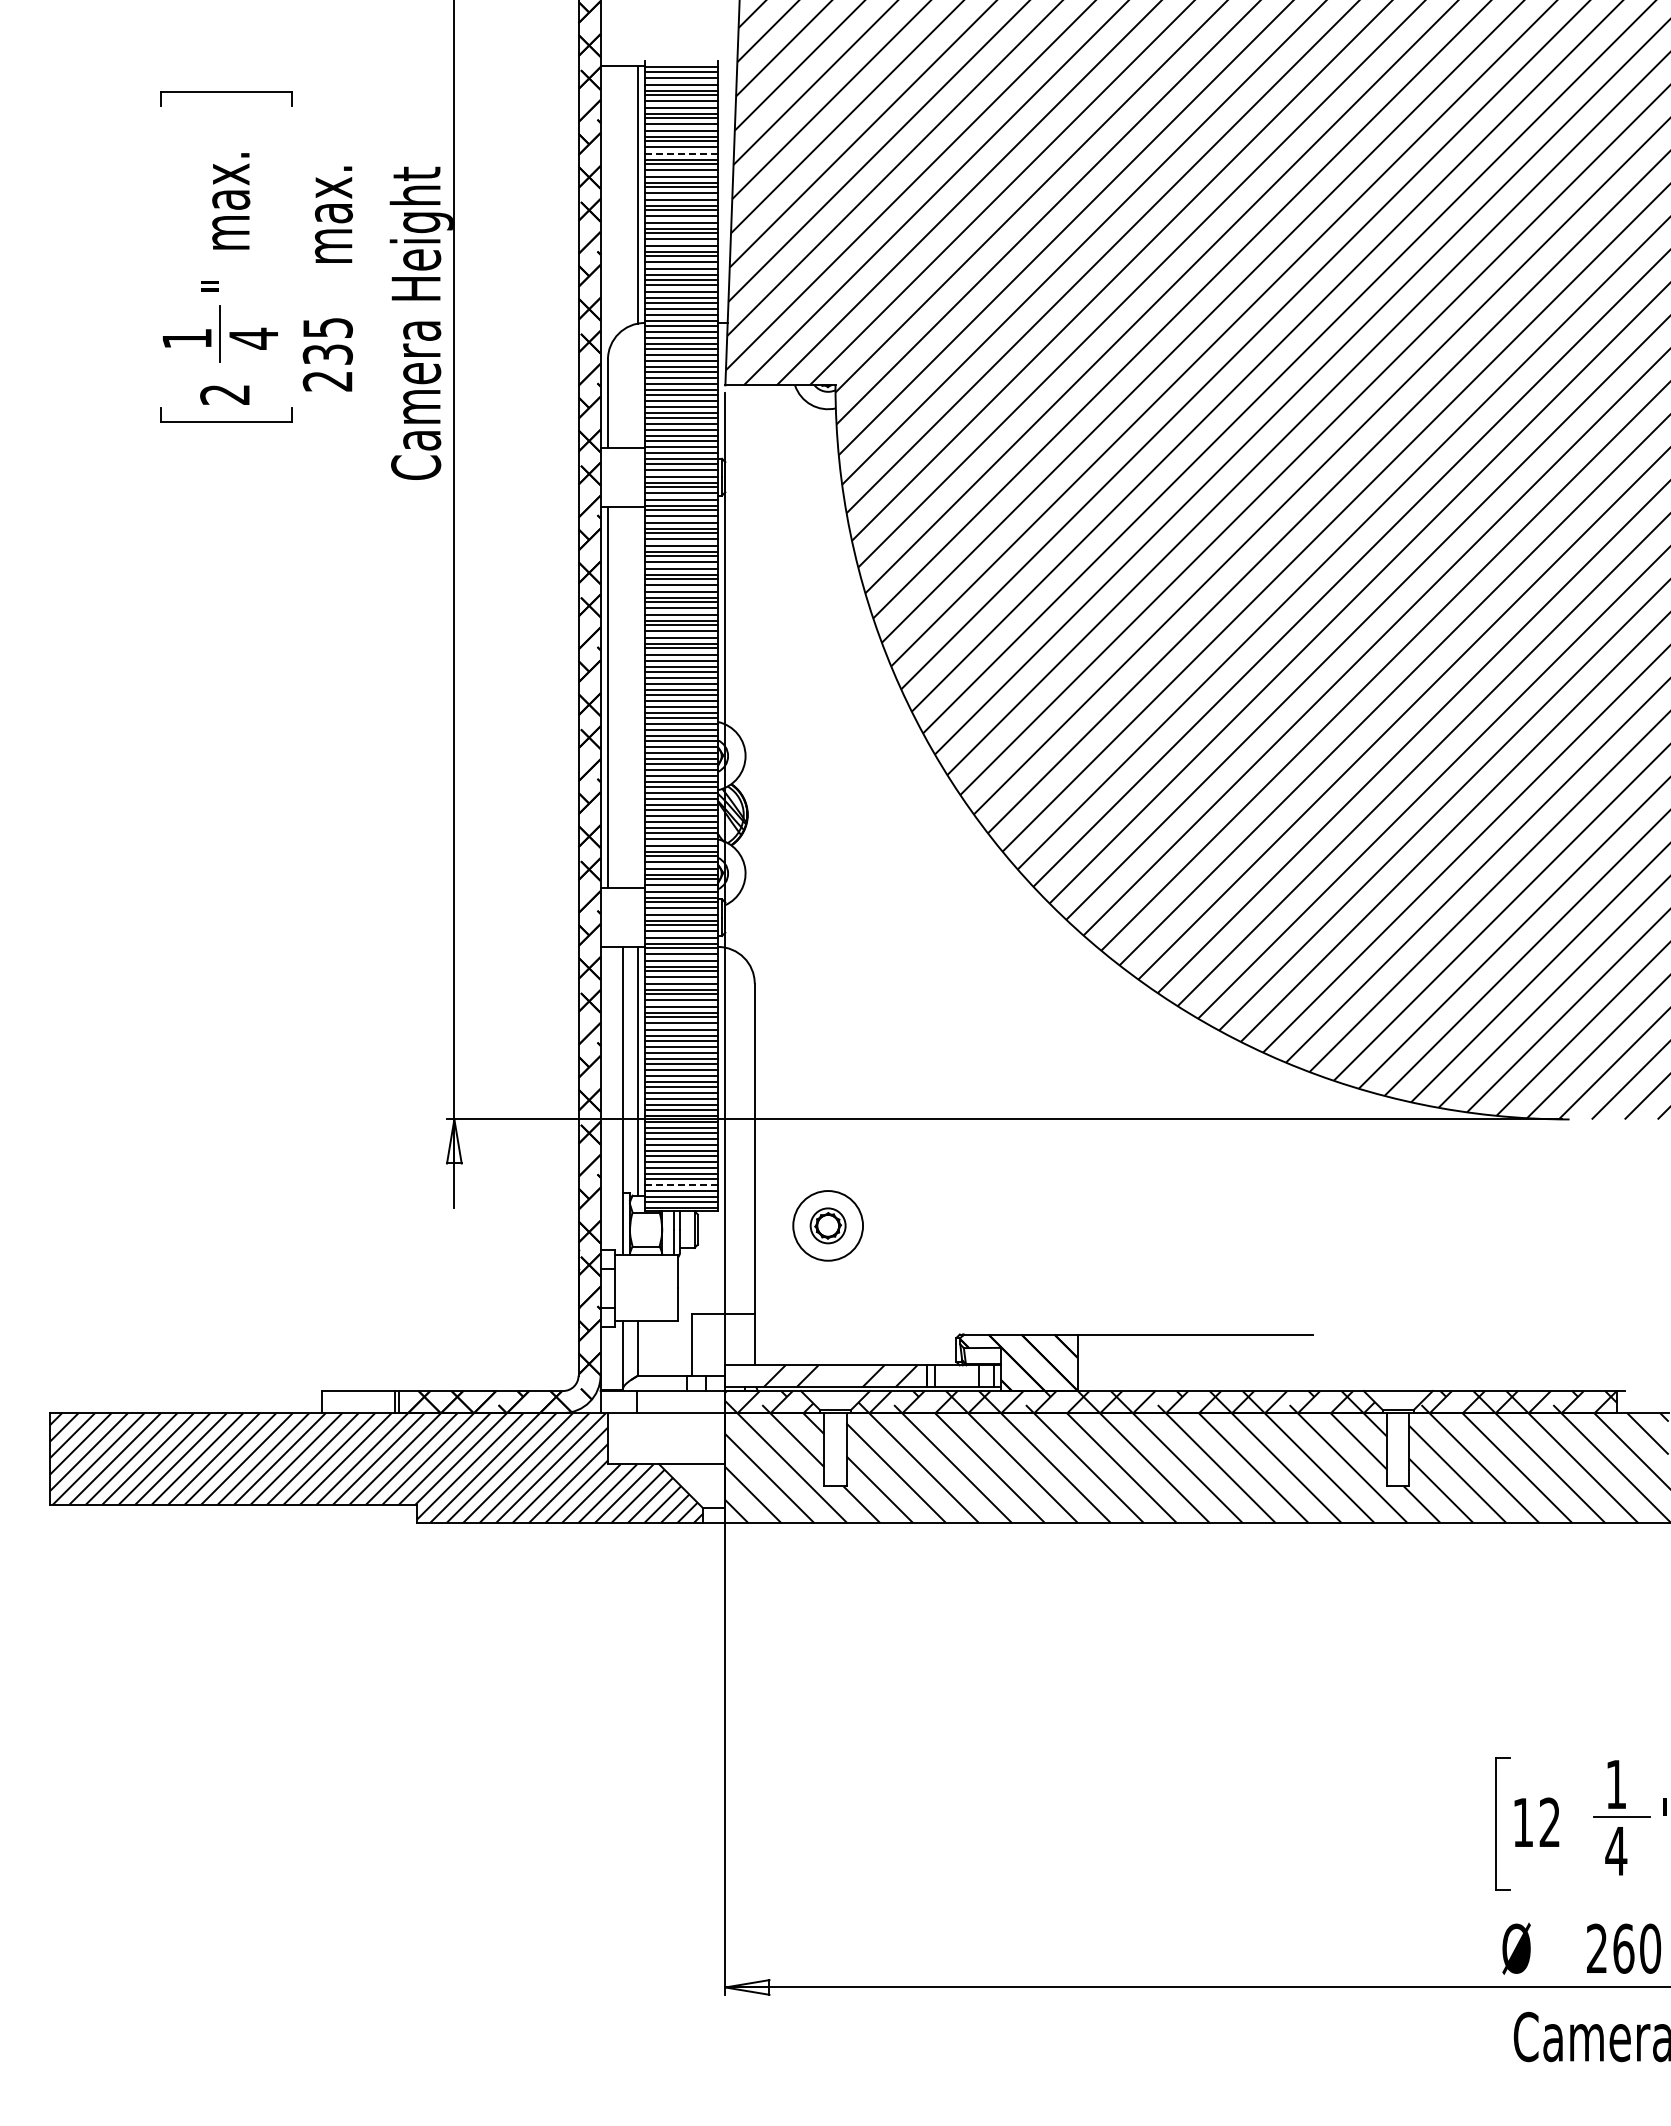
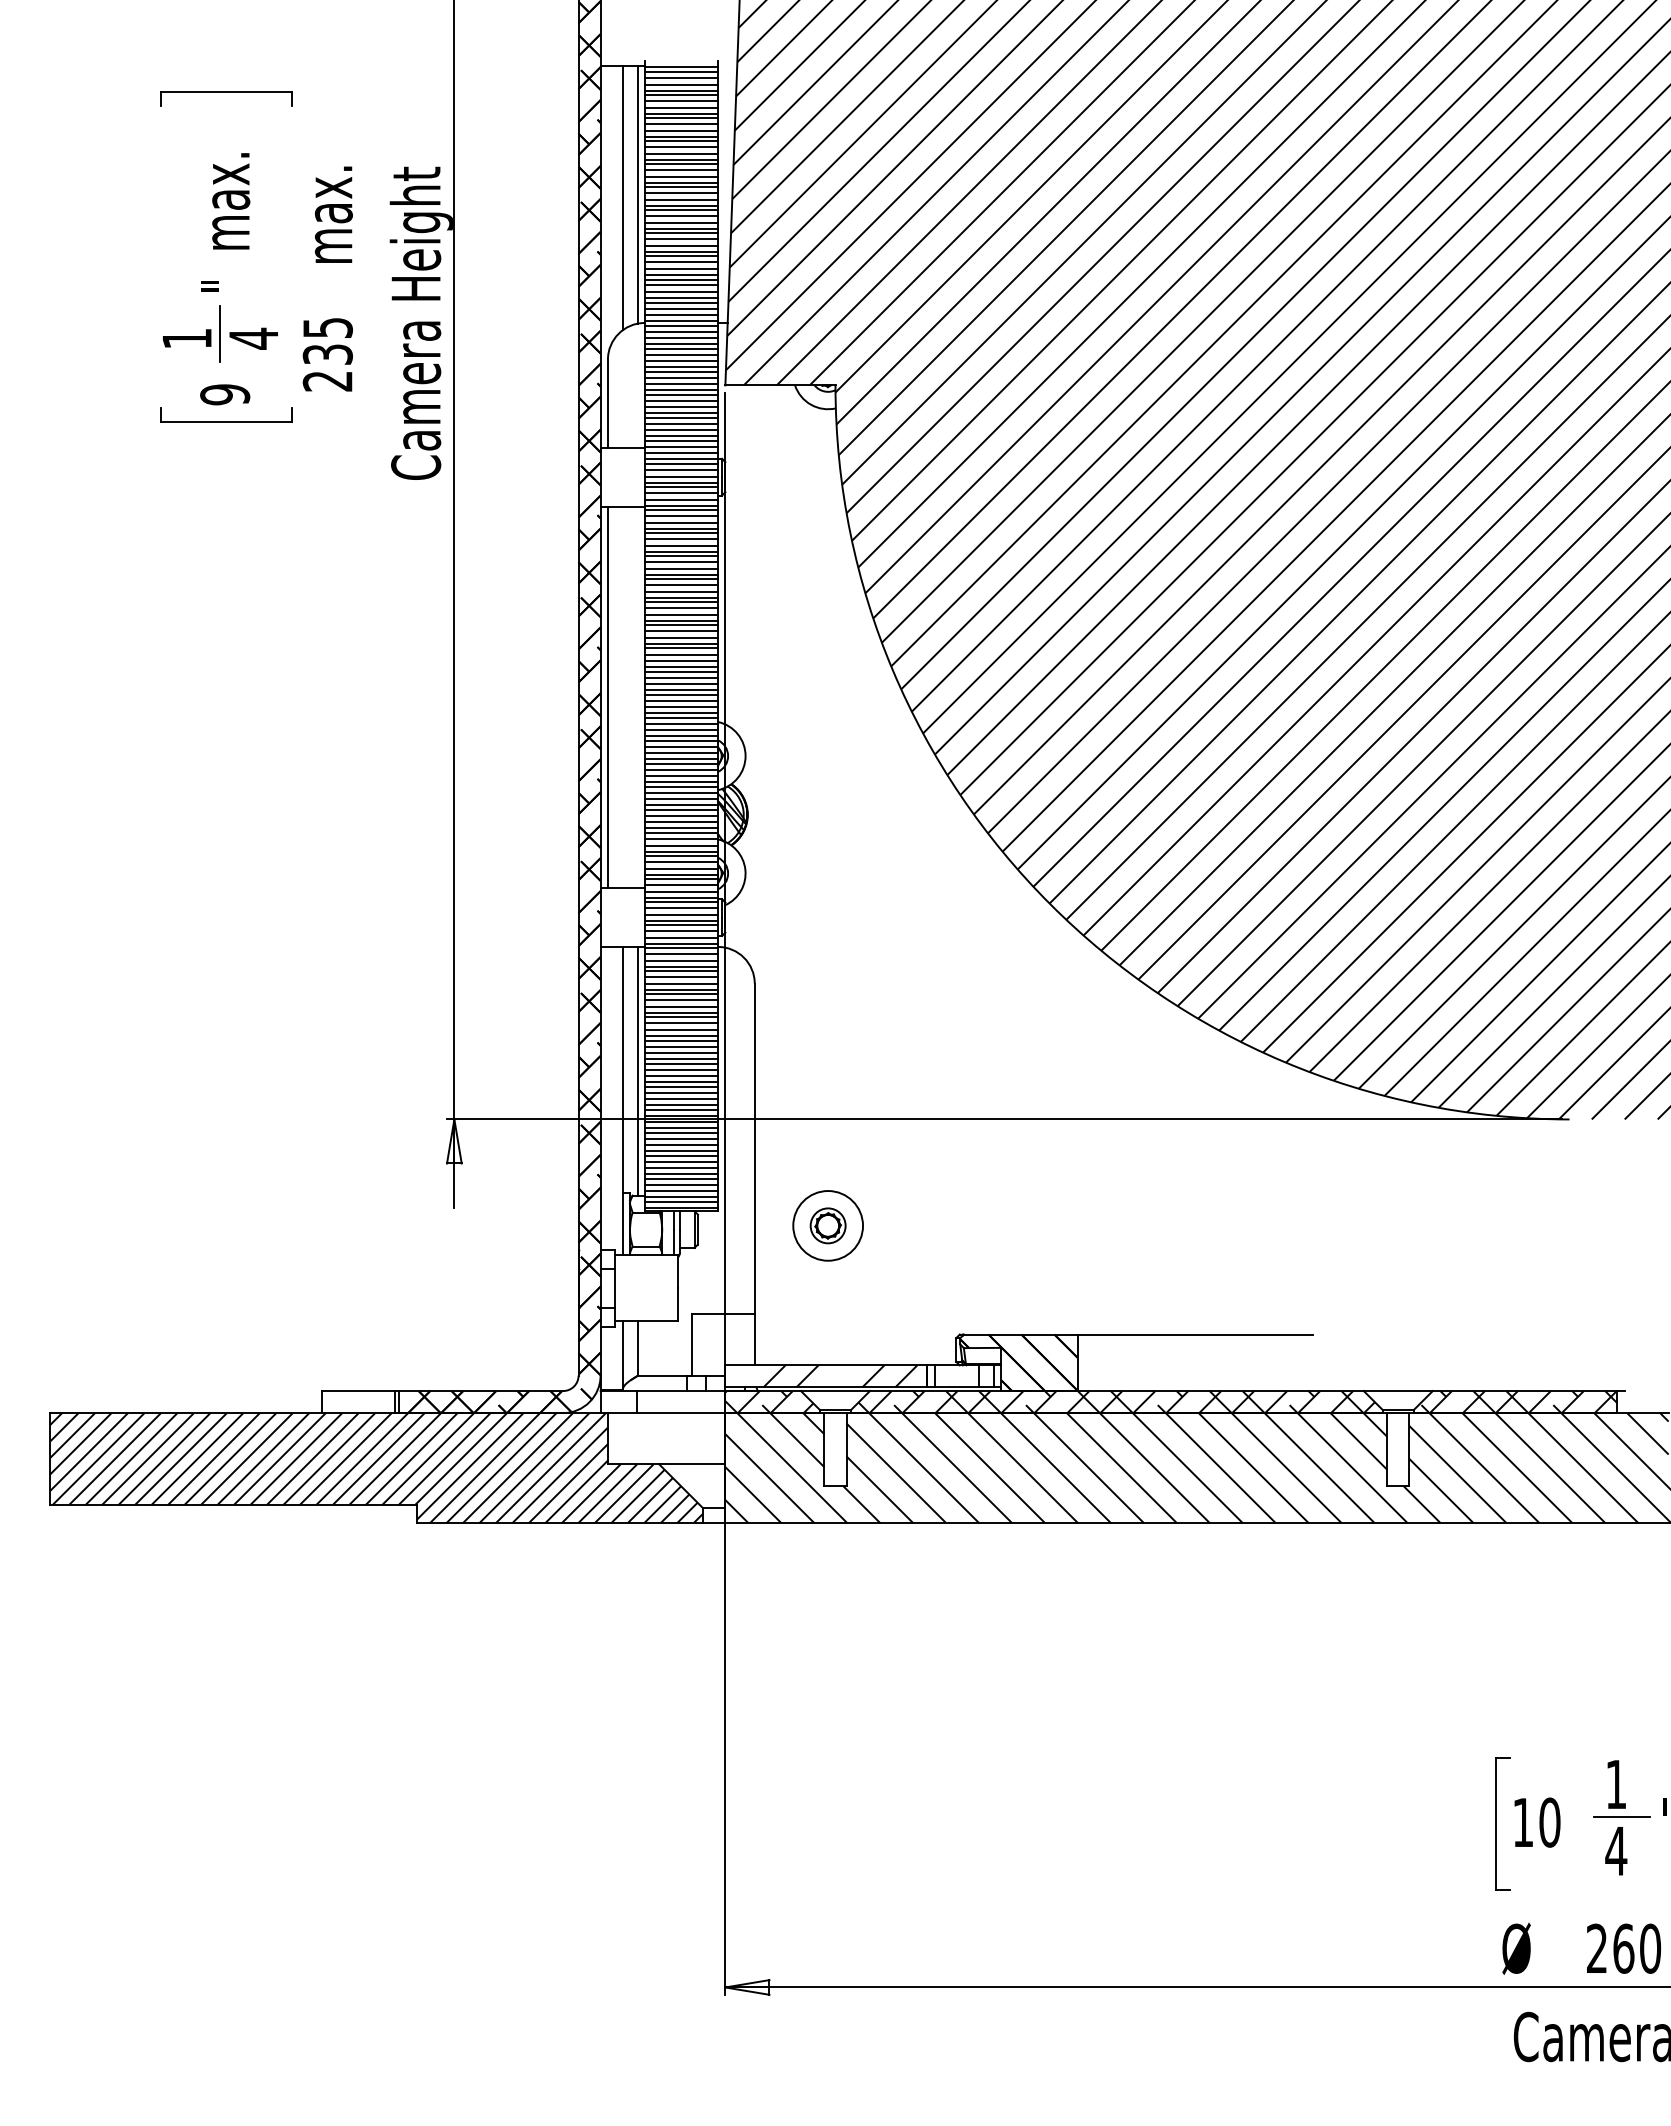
line at (681, 153): dashed -> solid
line at (622, 198): none -> present
text at (225, 394): 2 -> 9
line at (681, 1184): dashed -> solid
text at (1549, 1822): 12 -> 10
